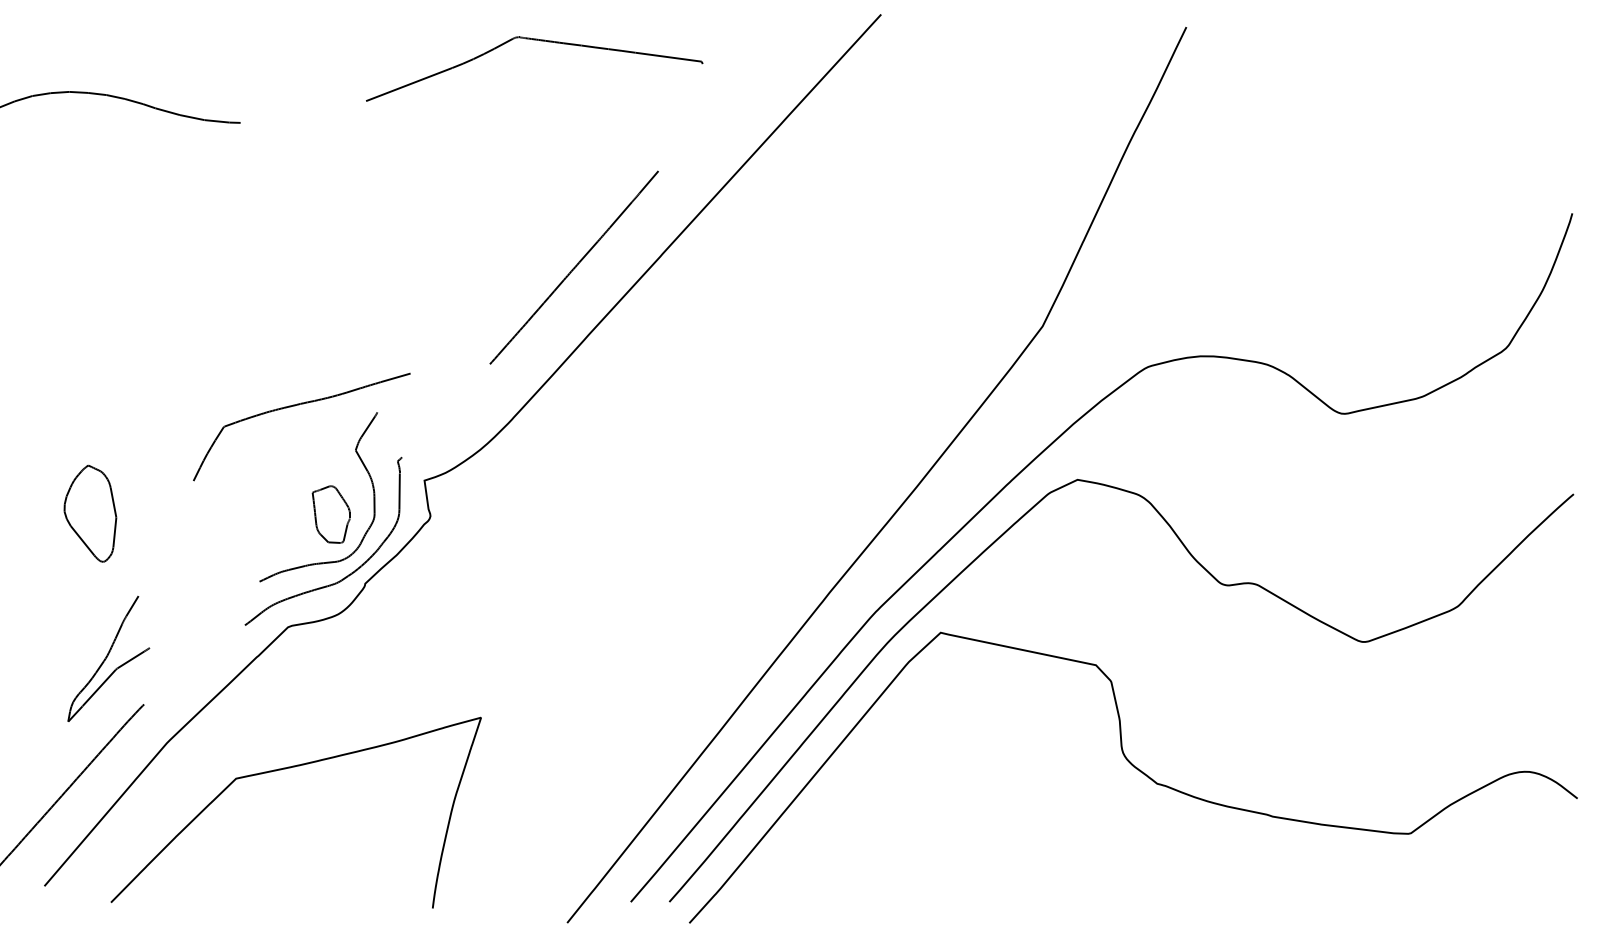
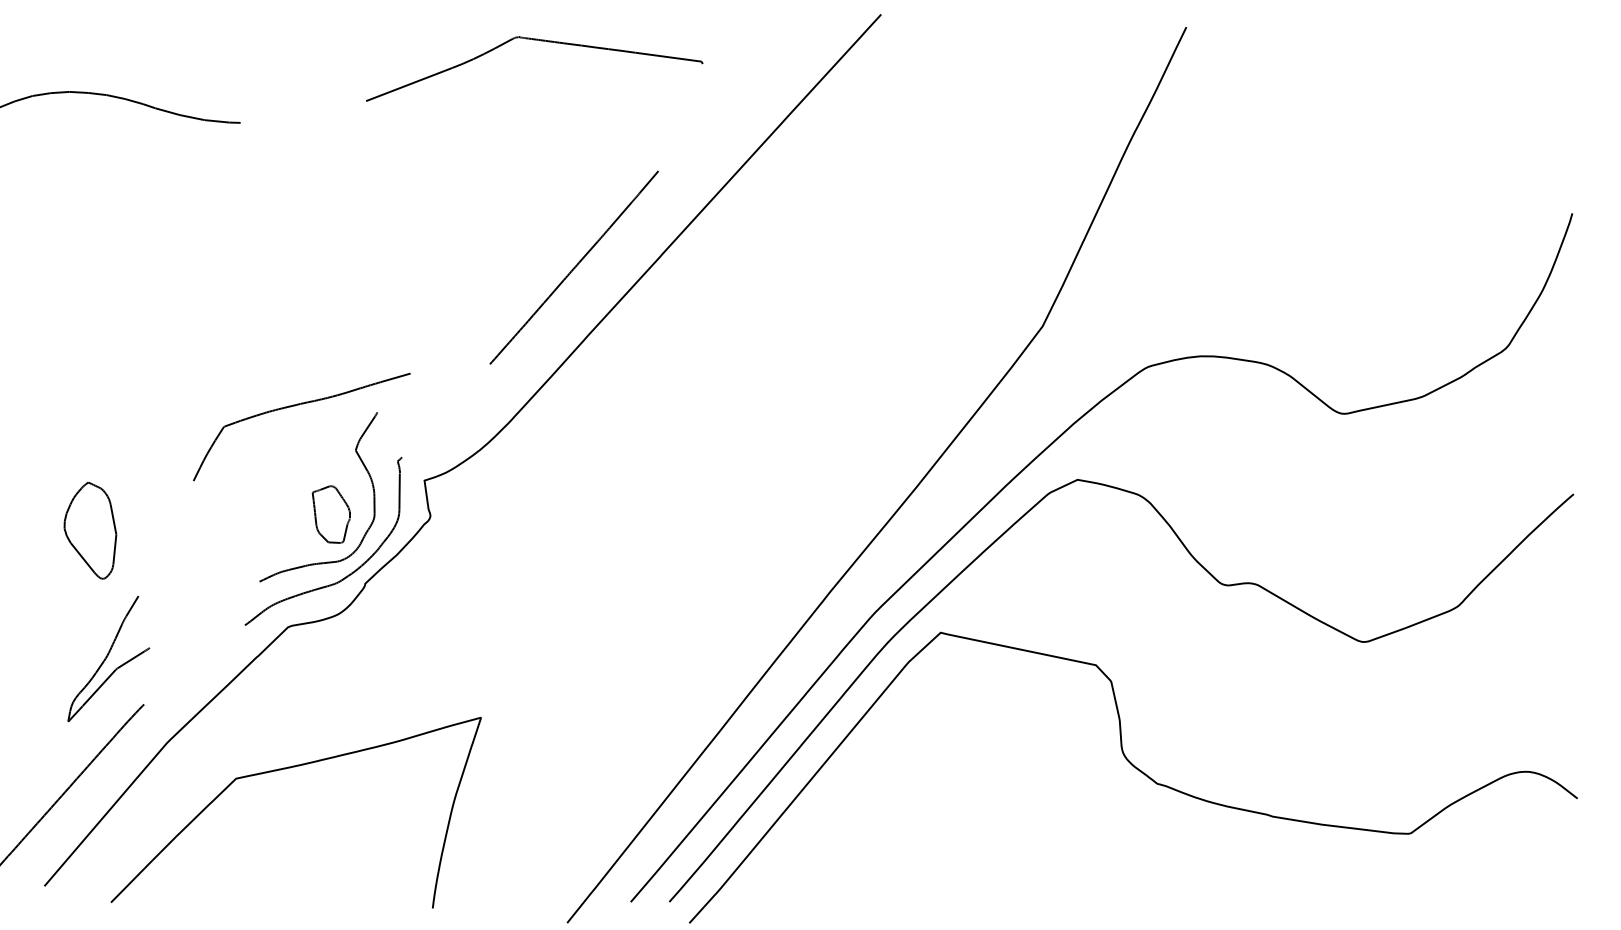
part at (90, 513) position: (90, 513) -> (90, 530)
